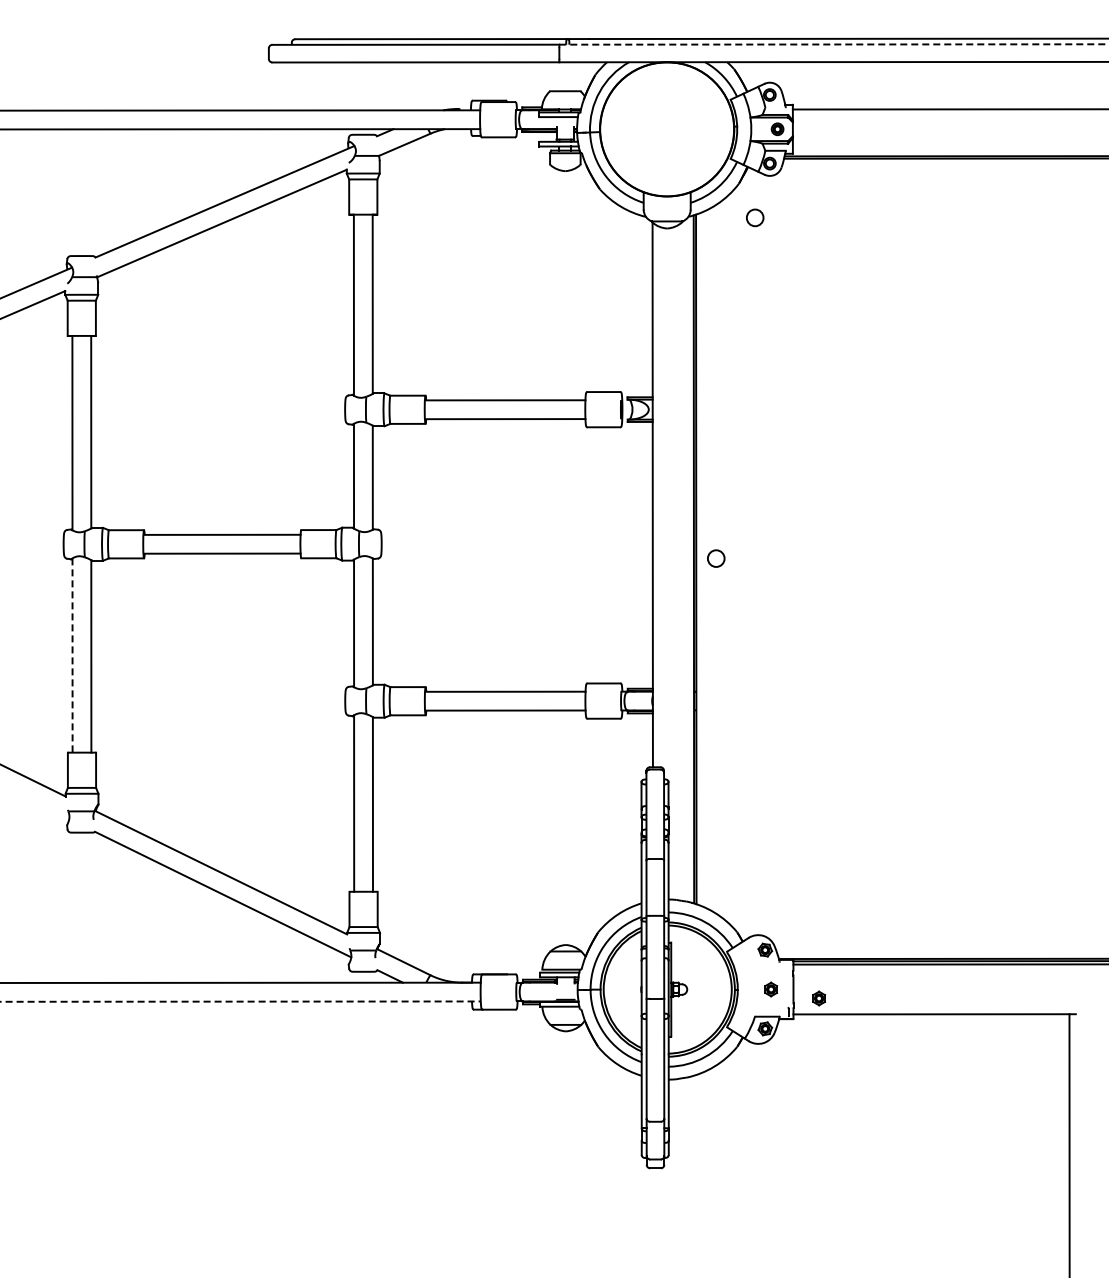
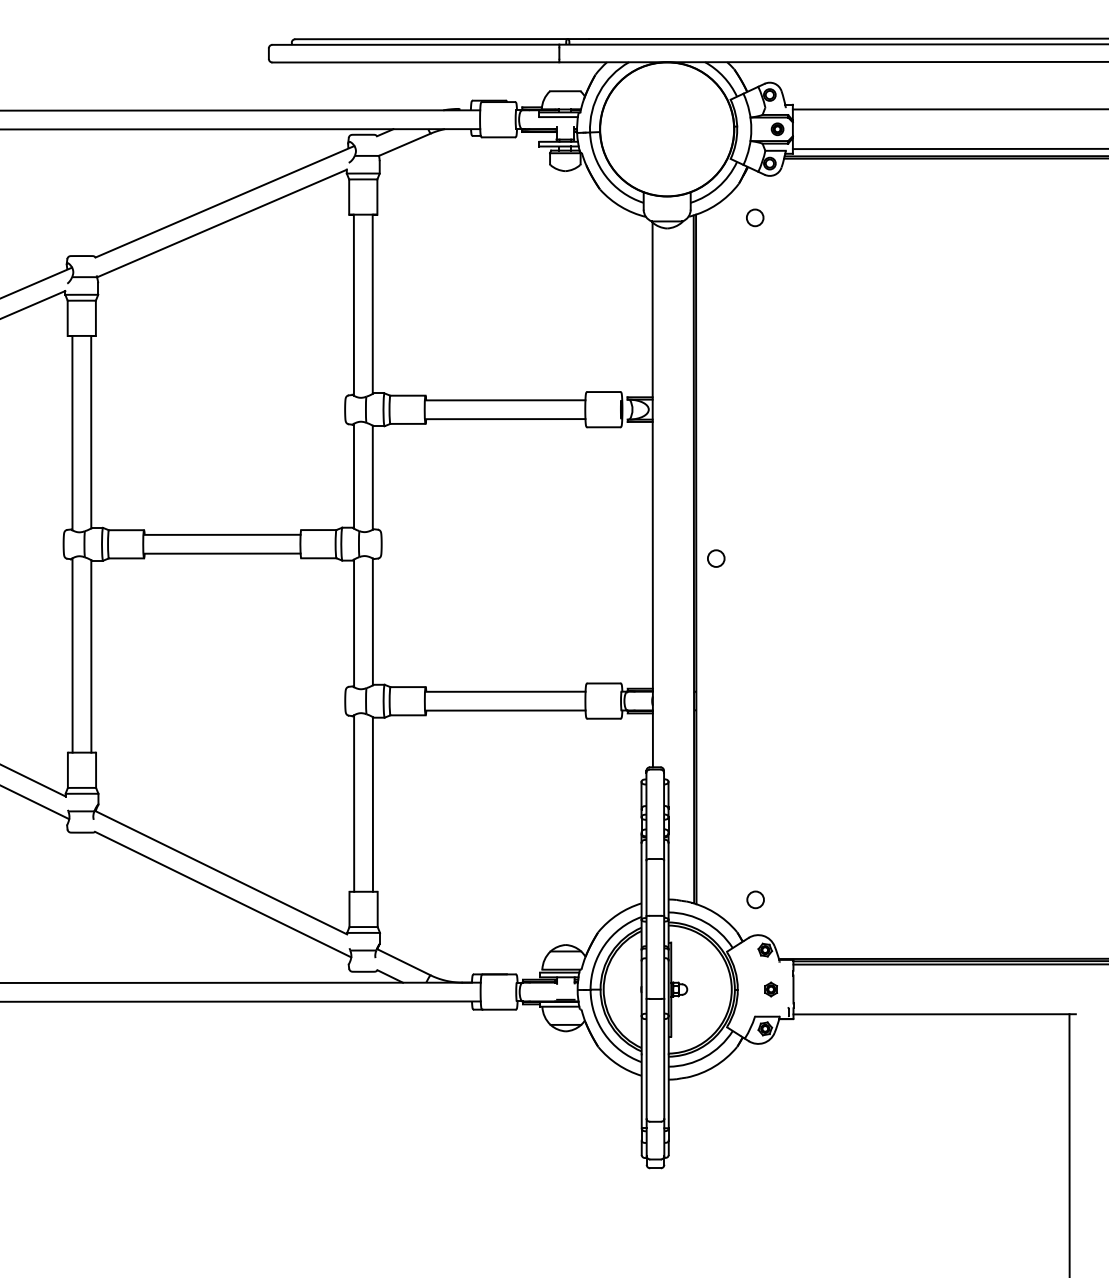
line at (834, 44): dashed -> solid
line at (948, 148): none -> present
line at (72, 656): dashed -> solid
line at (35, 802): none -> present
circle at (755, 899): none -> present
part at (818, 998): present -> none
line at (240, 1001): dashed -> solid
